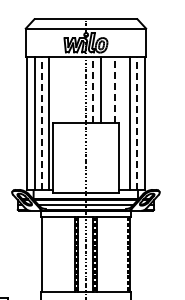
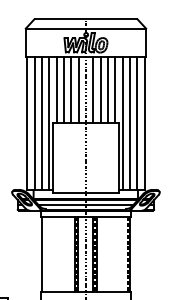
line at (56, 89): none -> present
line at (63, 89): none -> present
line at (71, 89): none -> present
line at (78, 89): none -> present
line at (93, 89): dashed -> solid
line at (107, 89): none -> present
line at (115, 89): dashed -> solid
line at (42, 123): dashed -> solid
line at (122, 123): none -> present
line at (137, 123): dashed -> solid
